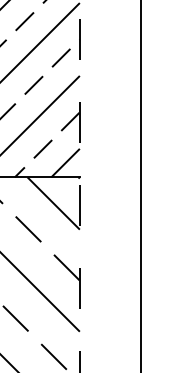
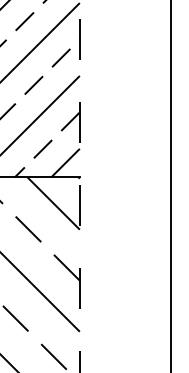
line at (140, 185) position: (140, 185) -> (170, 185)
